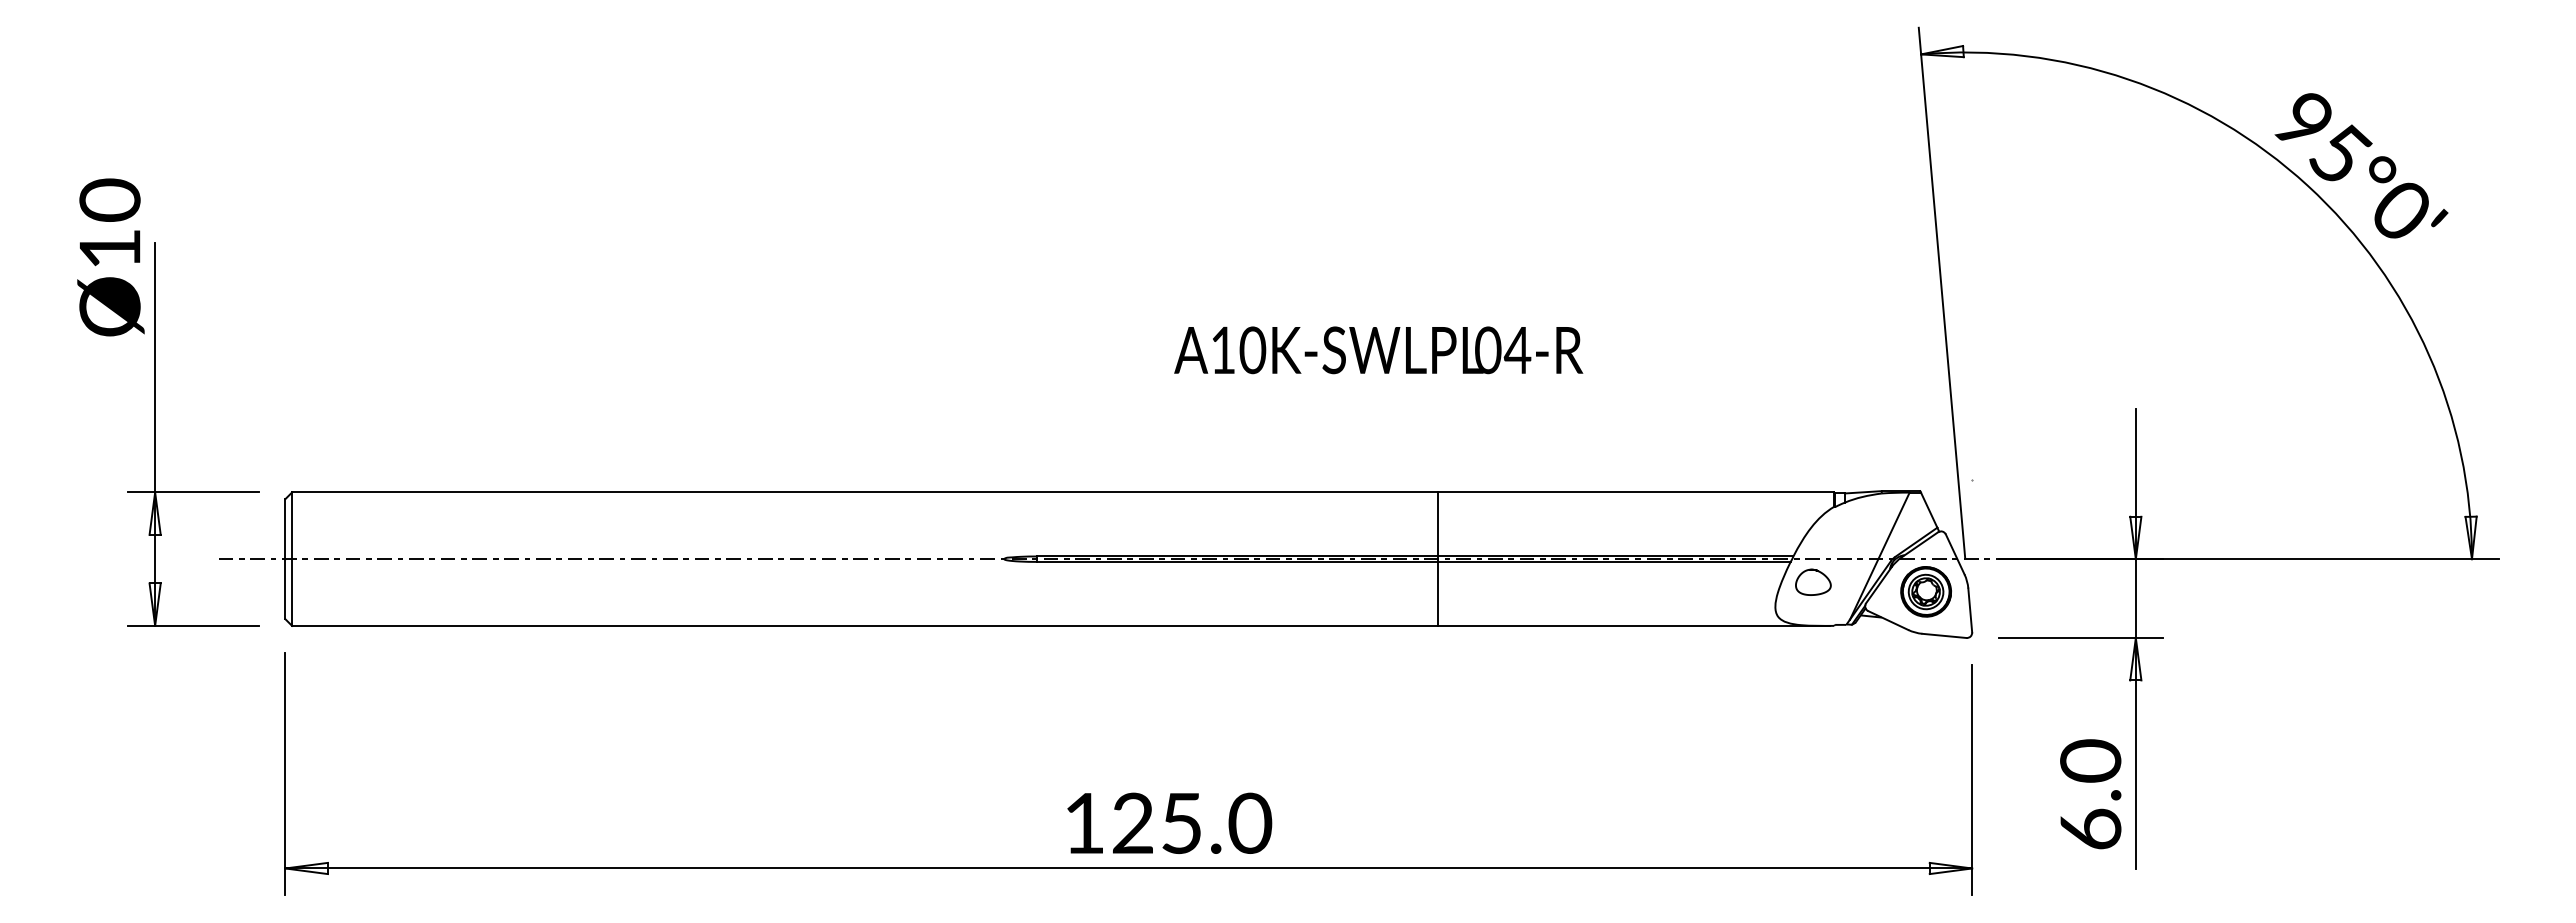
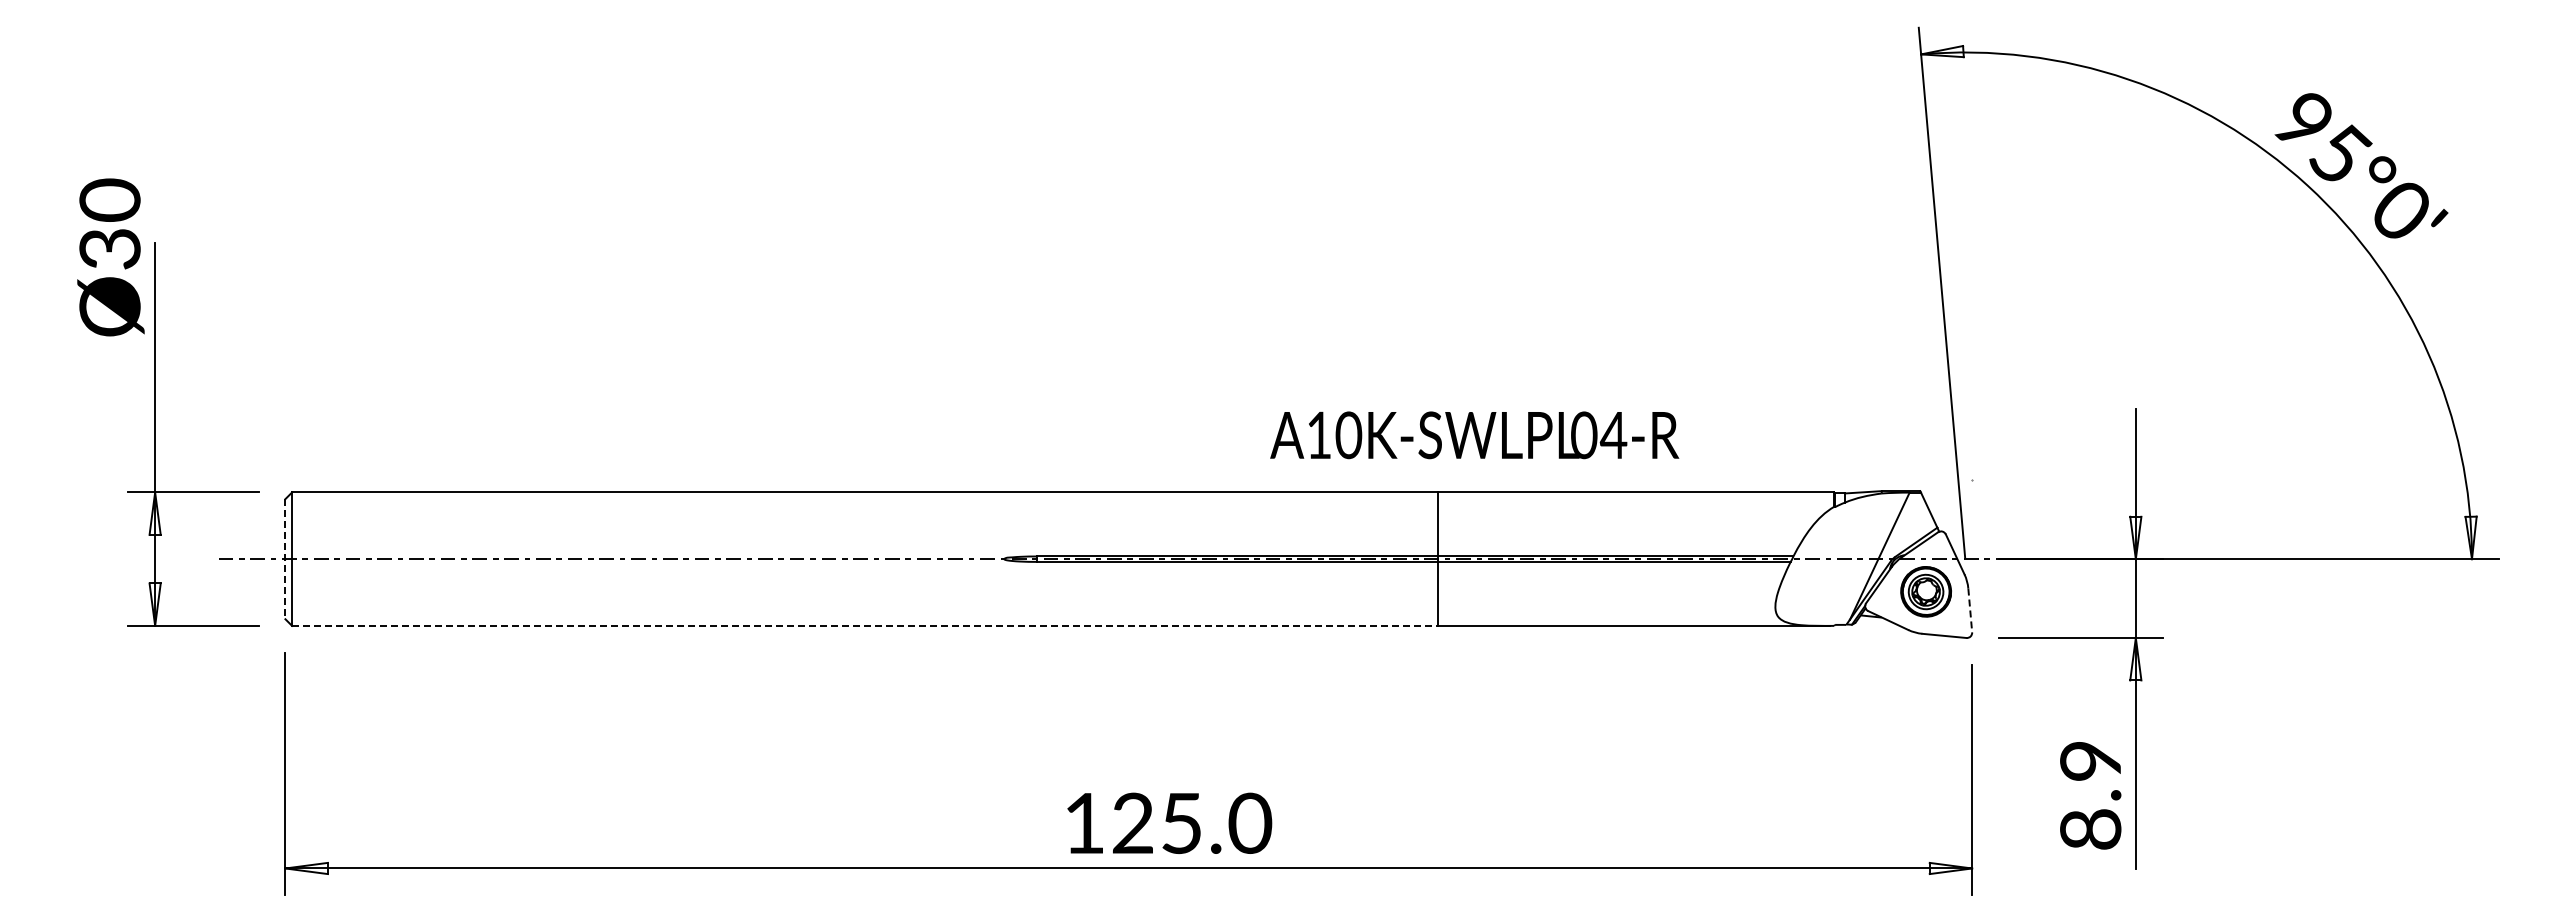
text at (109, 249): Ø10 -> Ø30
text at (1378, 350) position: (1378, 350) -> (1474, 435)
line at (285, 559): solid -> dashed
curve at (1815, 571): present -> none
line at (1970, 610): solid -> dashed
line at (865, 625): solid -> dashed
text at (2090, 794): 6.0 -> 8.9
